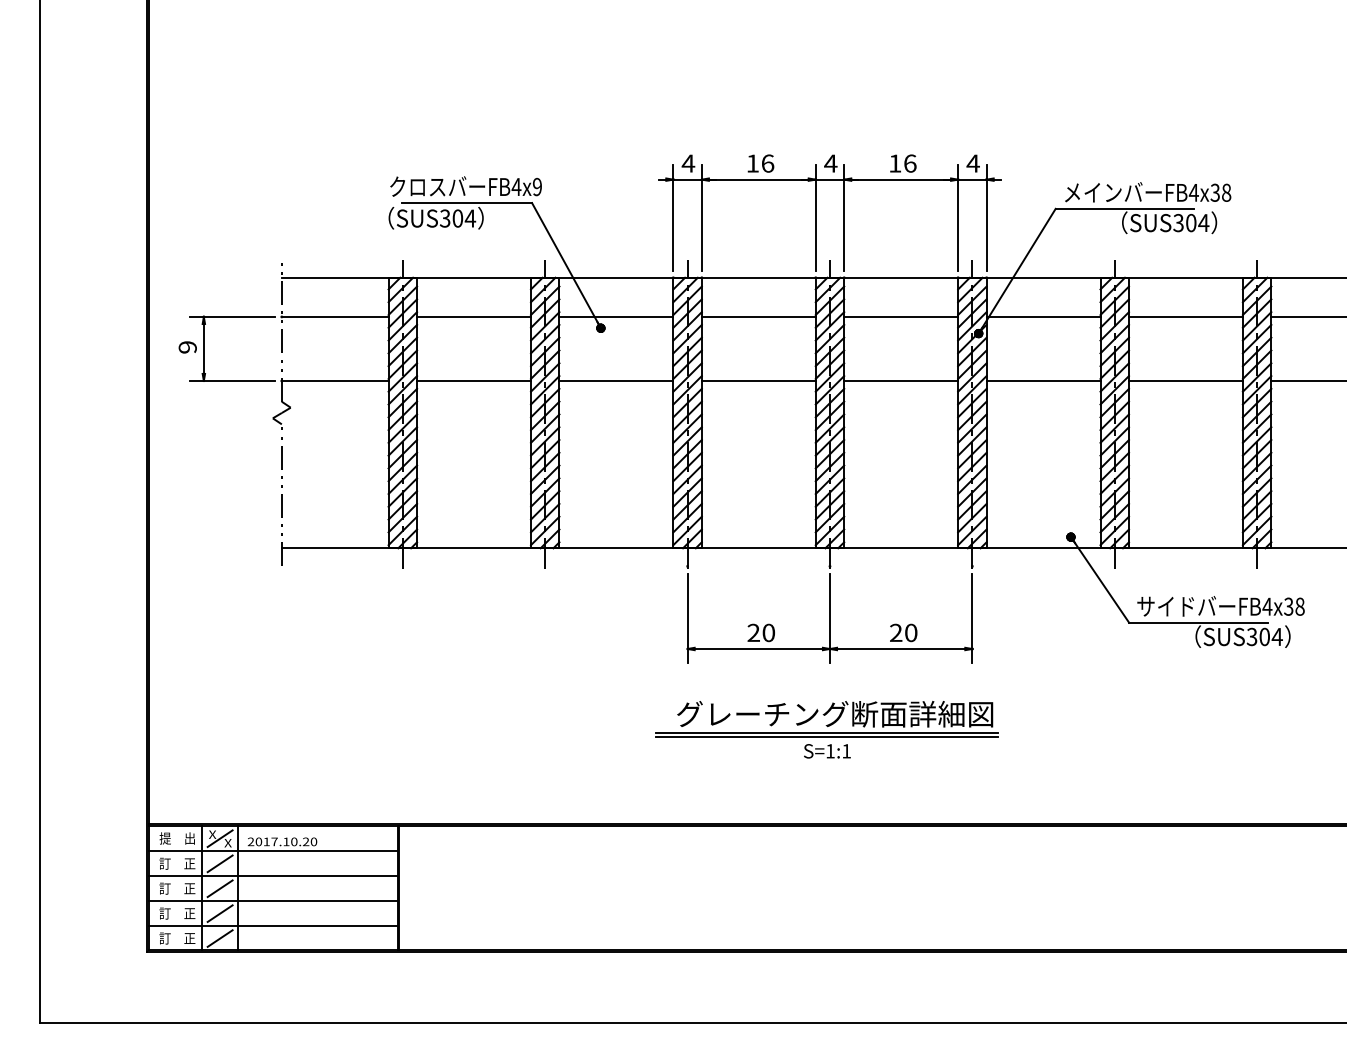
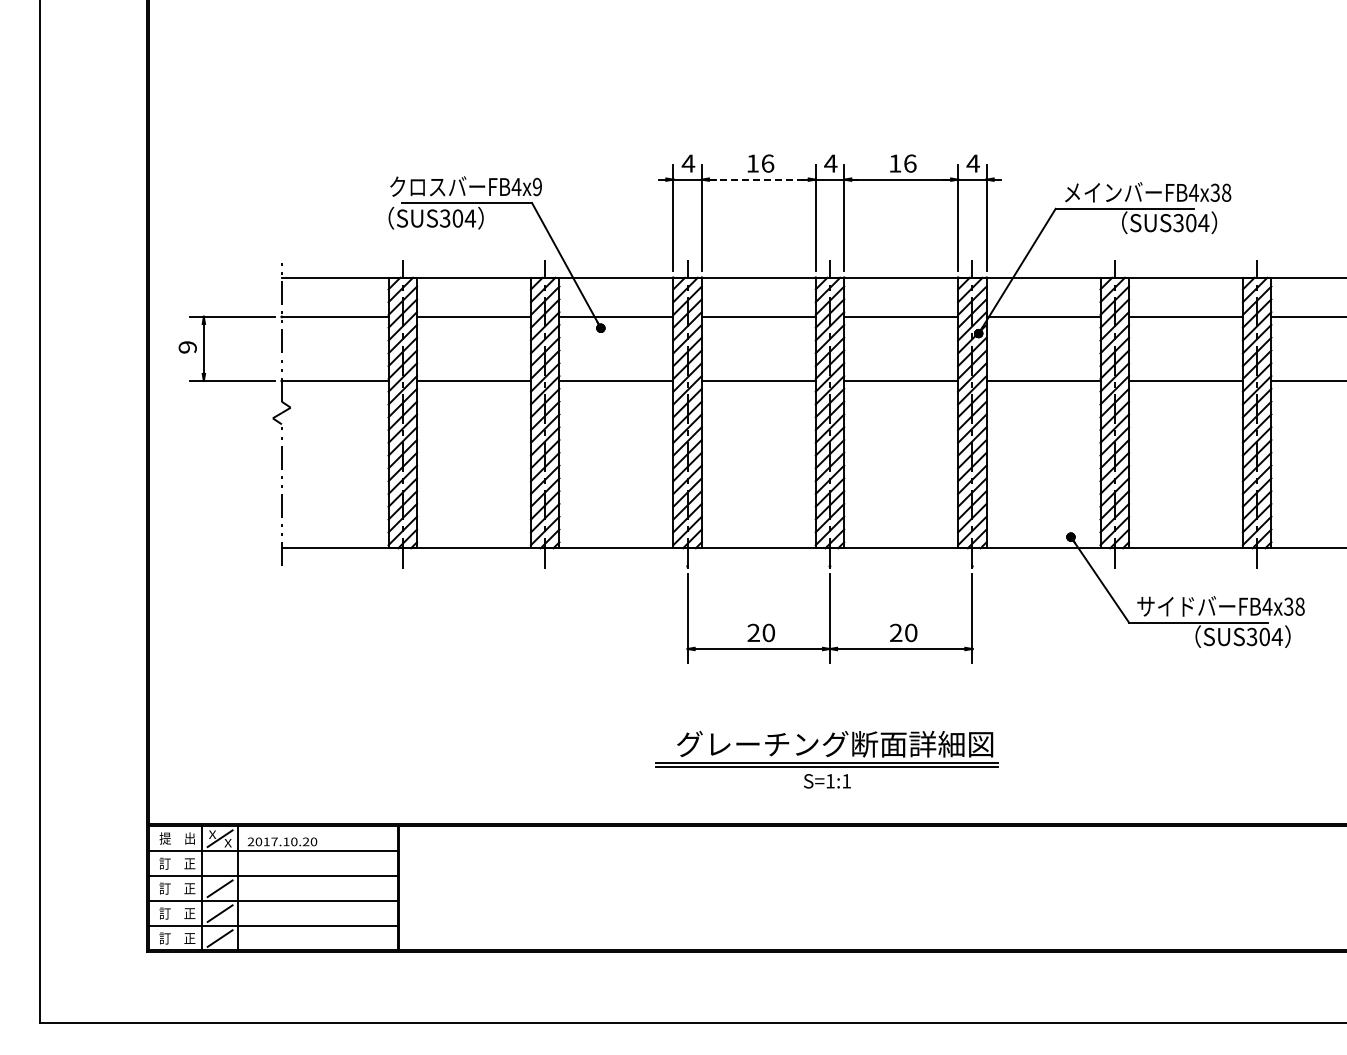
line at (758, 179): solid -> dashed
part at (826, 729) position: (826, 729) -> (826, 759)
line at (219, 863): present -> none
